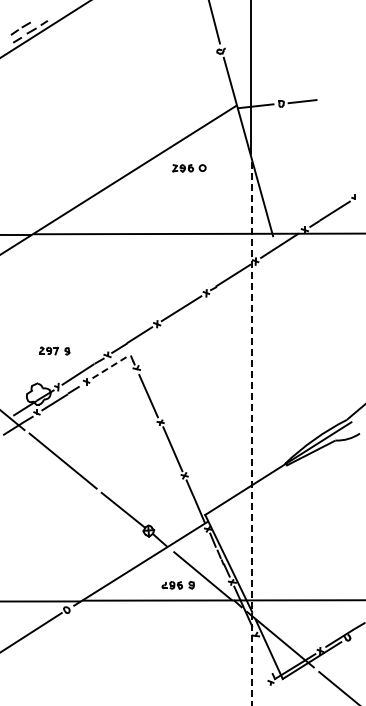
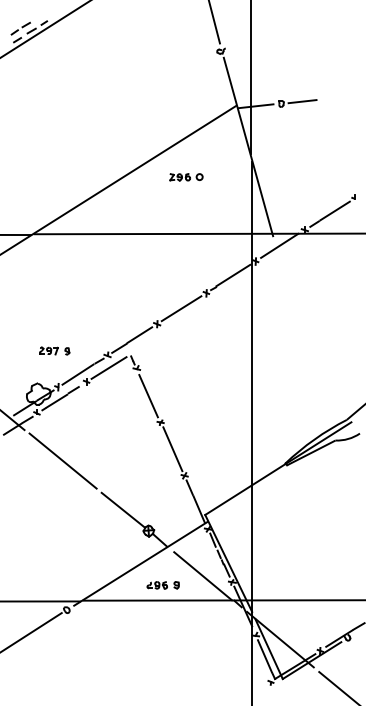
part at (189, 168) position: (189, 168) -> (186, 177)
line at (109, 368): dashed -> solid
line at (252, 433): dashed -> solid
part at (177, 585) position: (177, 585) -> (162, 585)
line at (264, 656): none -> present
